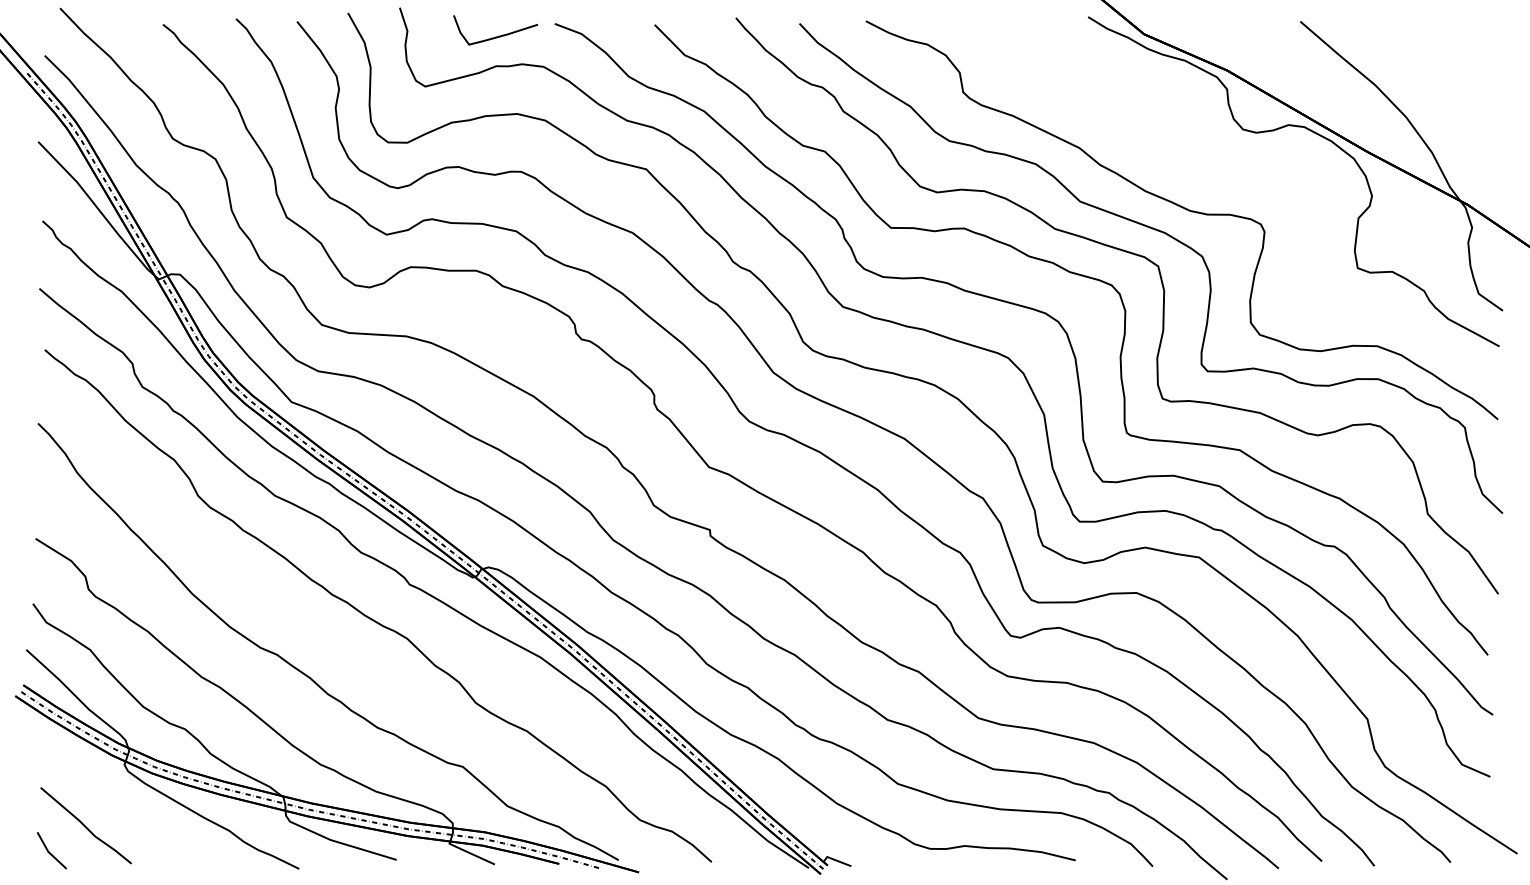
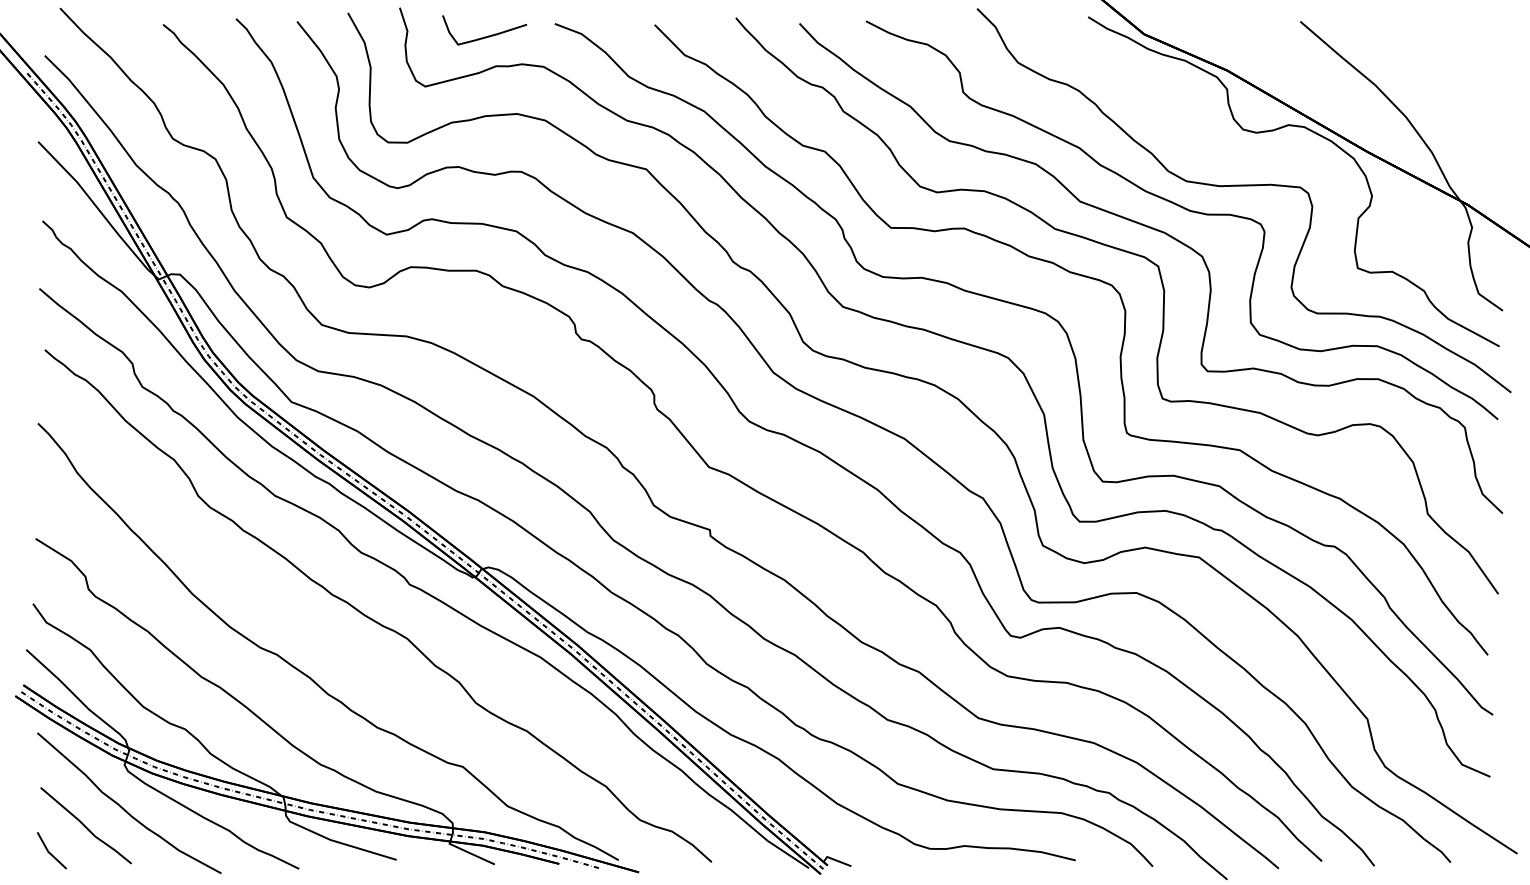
curve at (495, 36) position: (495, 36) -> (484, 36)
curve at (1243, 186): none -> present
curve at (123, 807): none -> present
